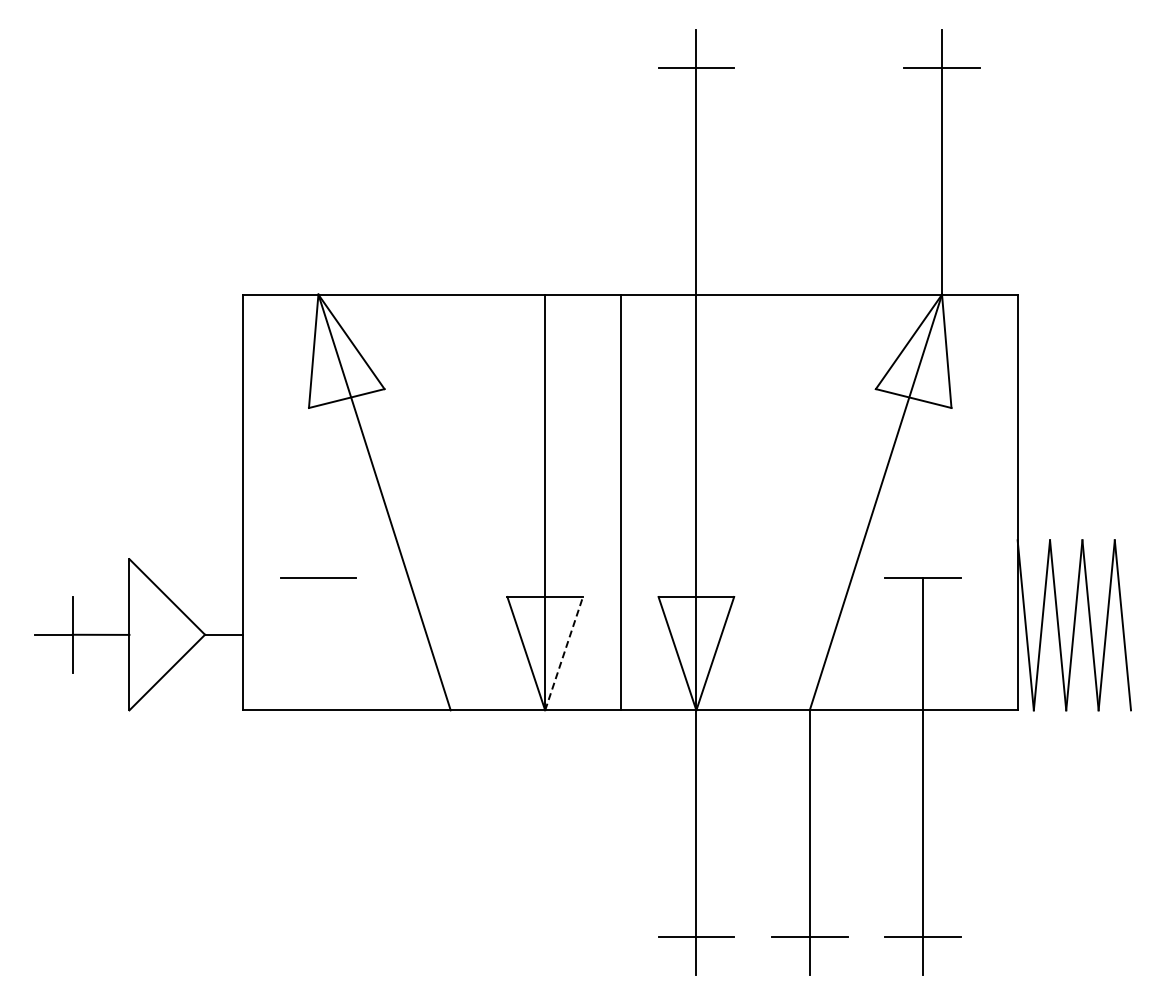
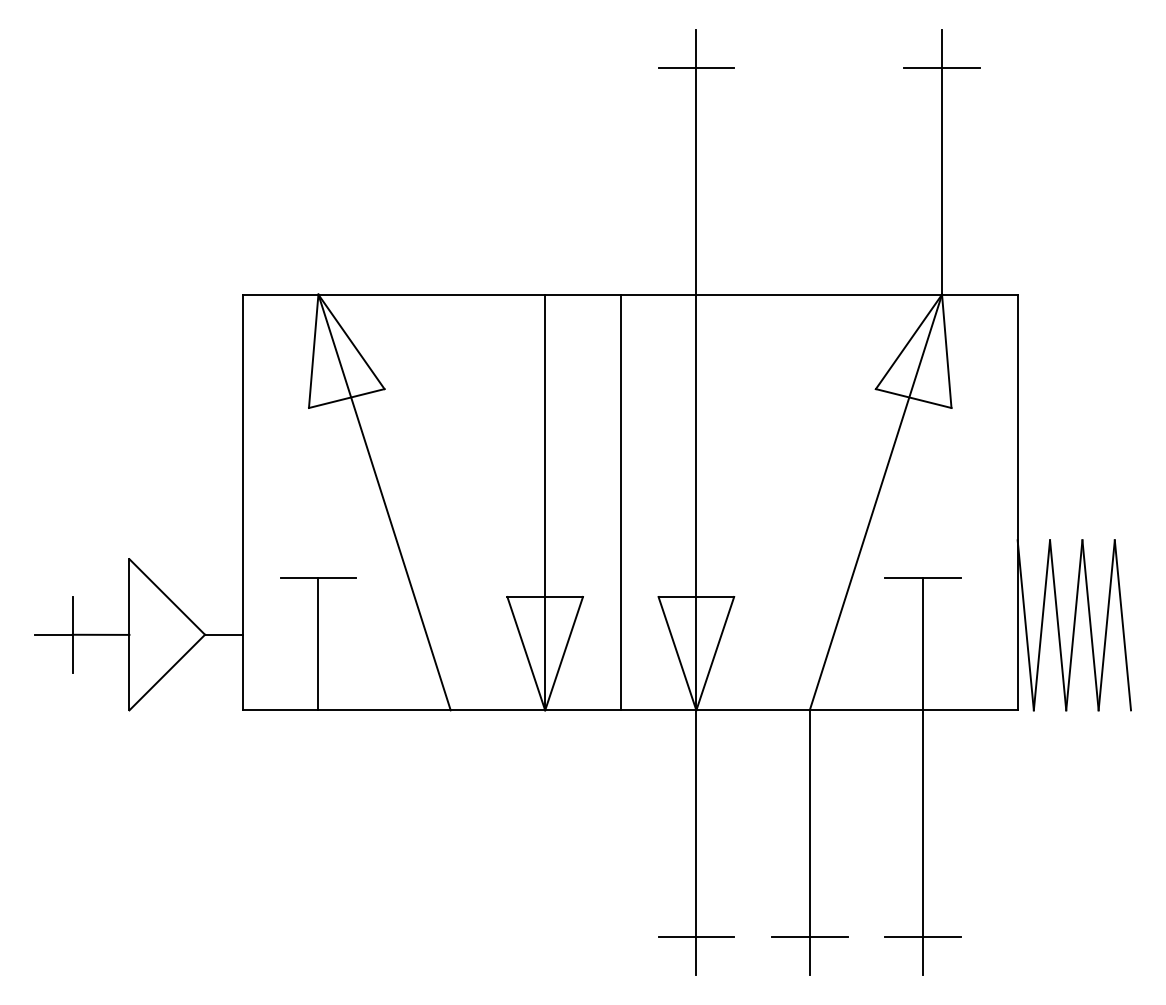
line at (318, 644): none -> present
line at (564, 653): dashed -> solid
